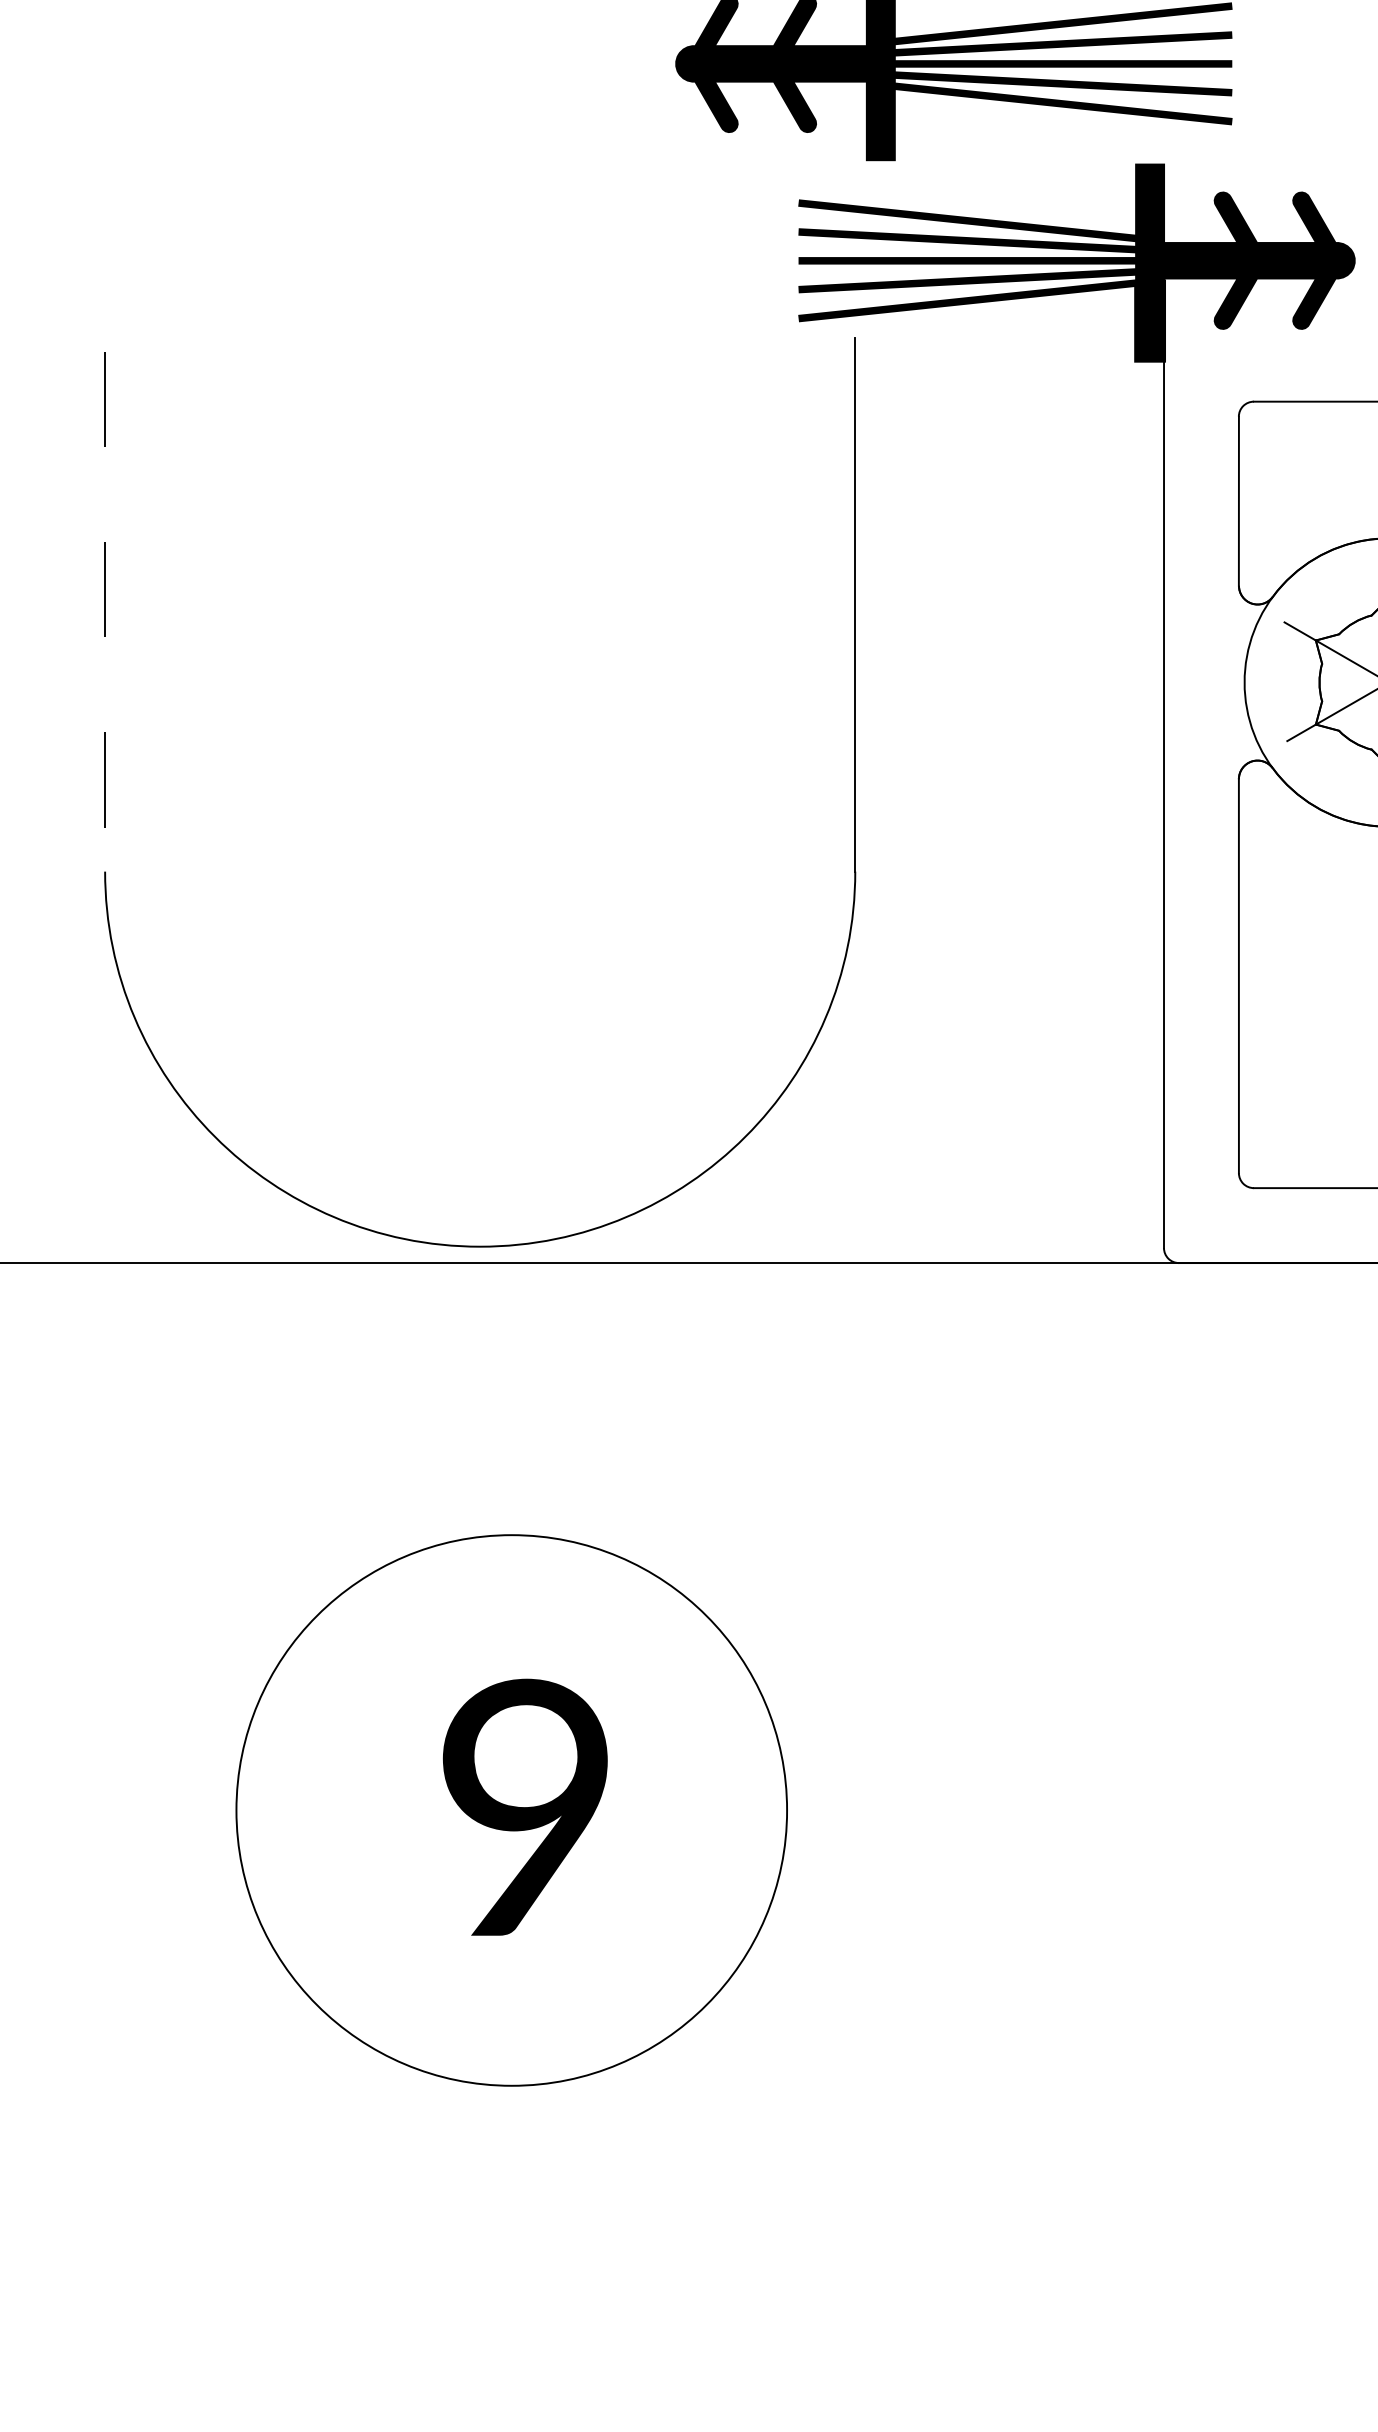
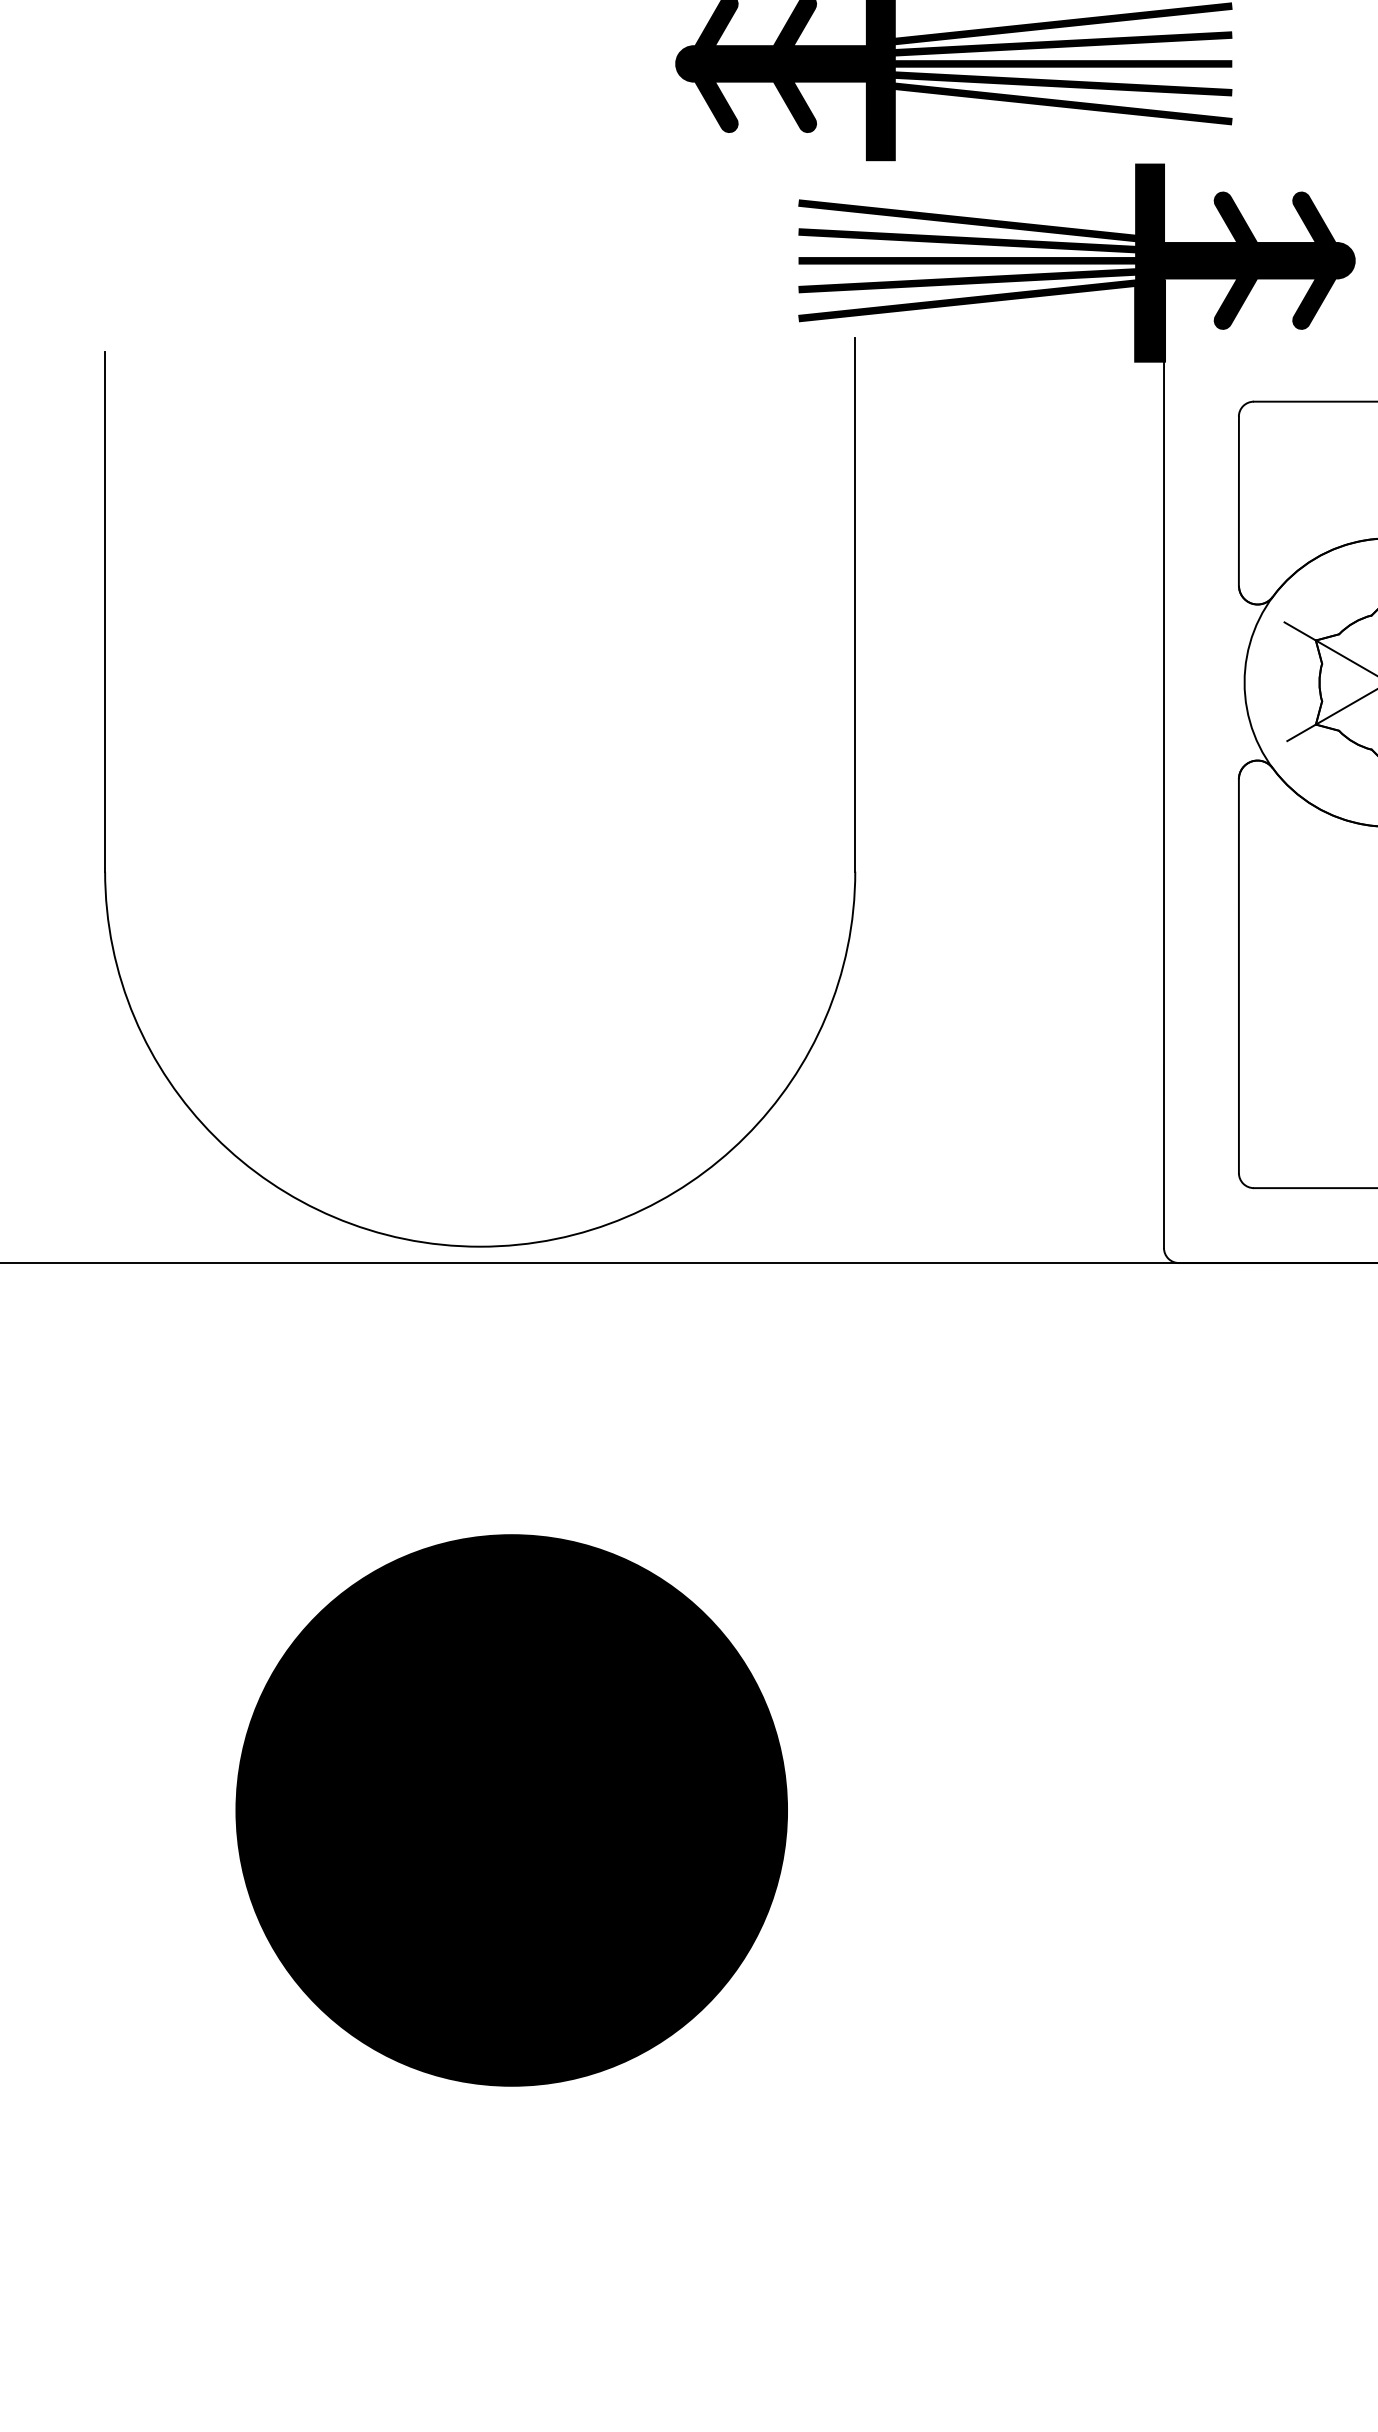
line at (105, 611): dashed -> solid
fill at (511, 1810): none -> present
